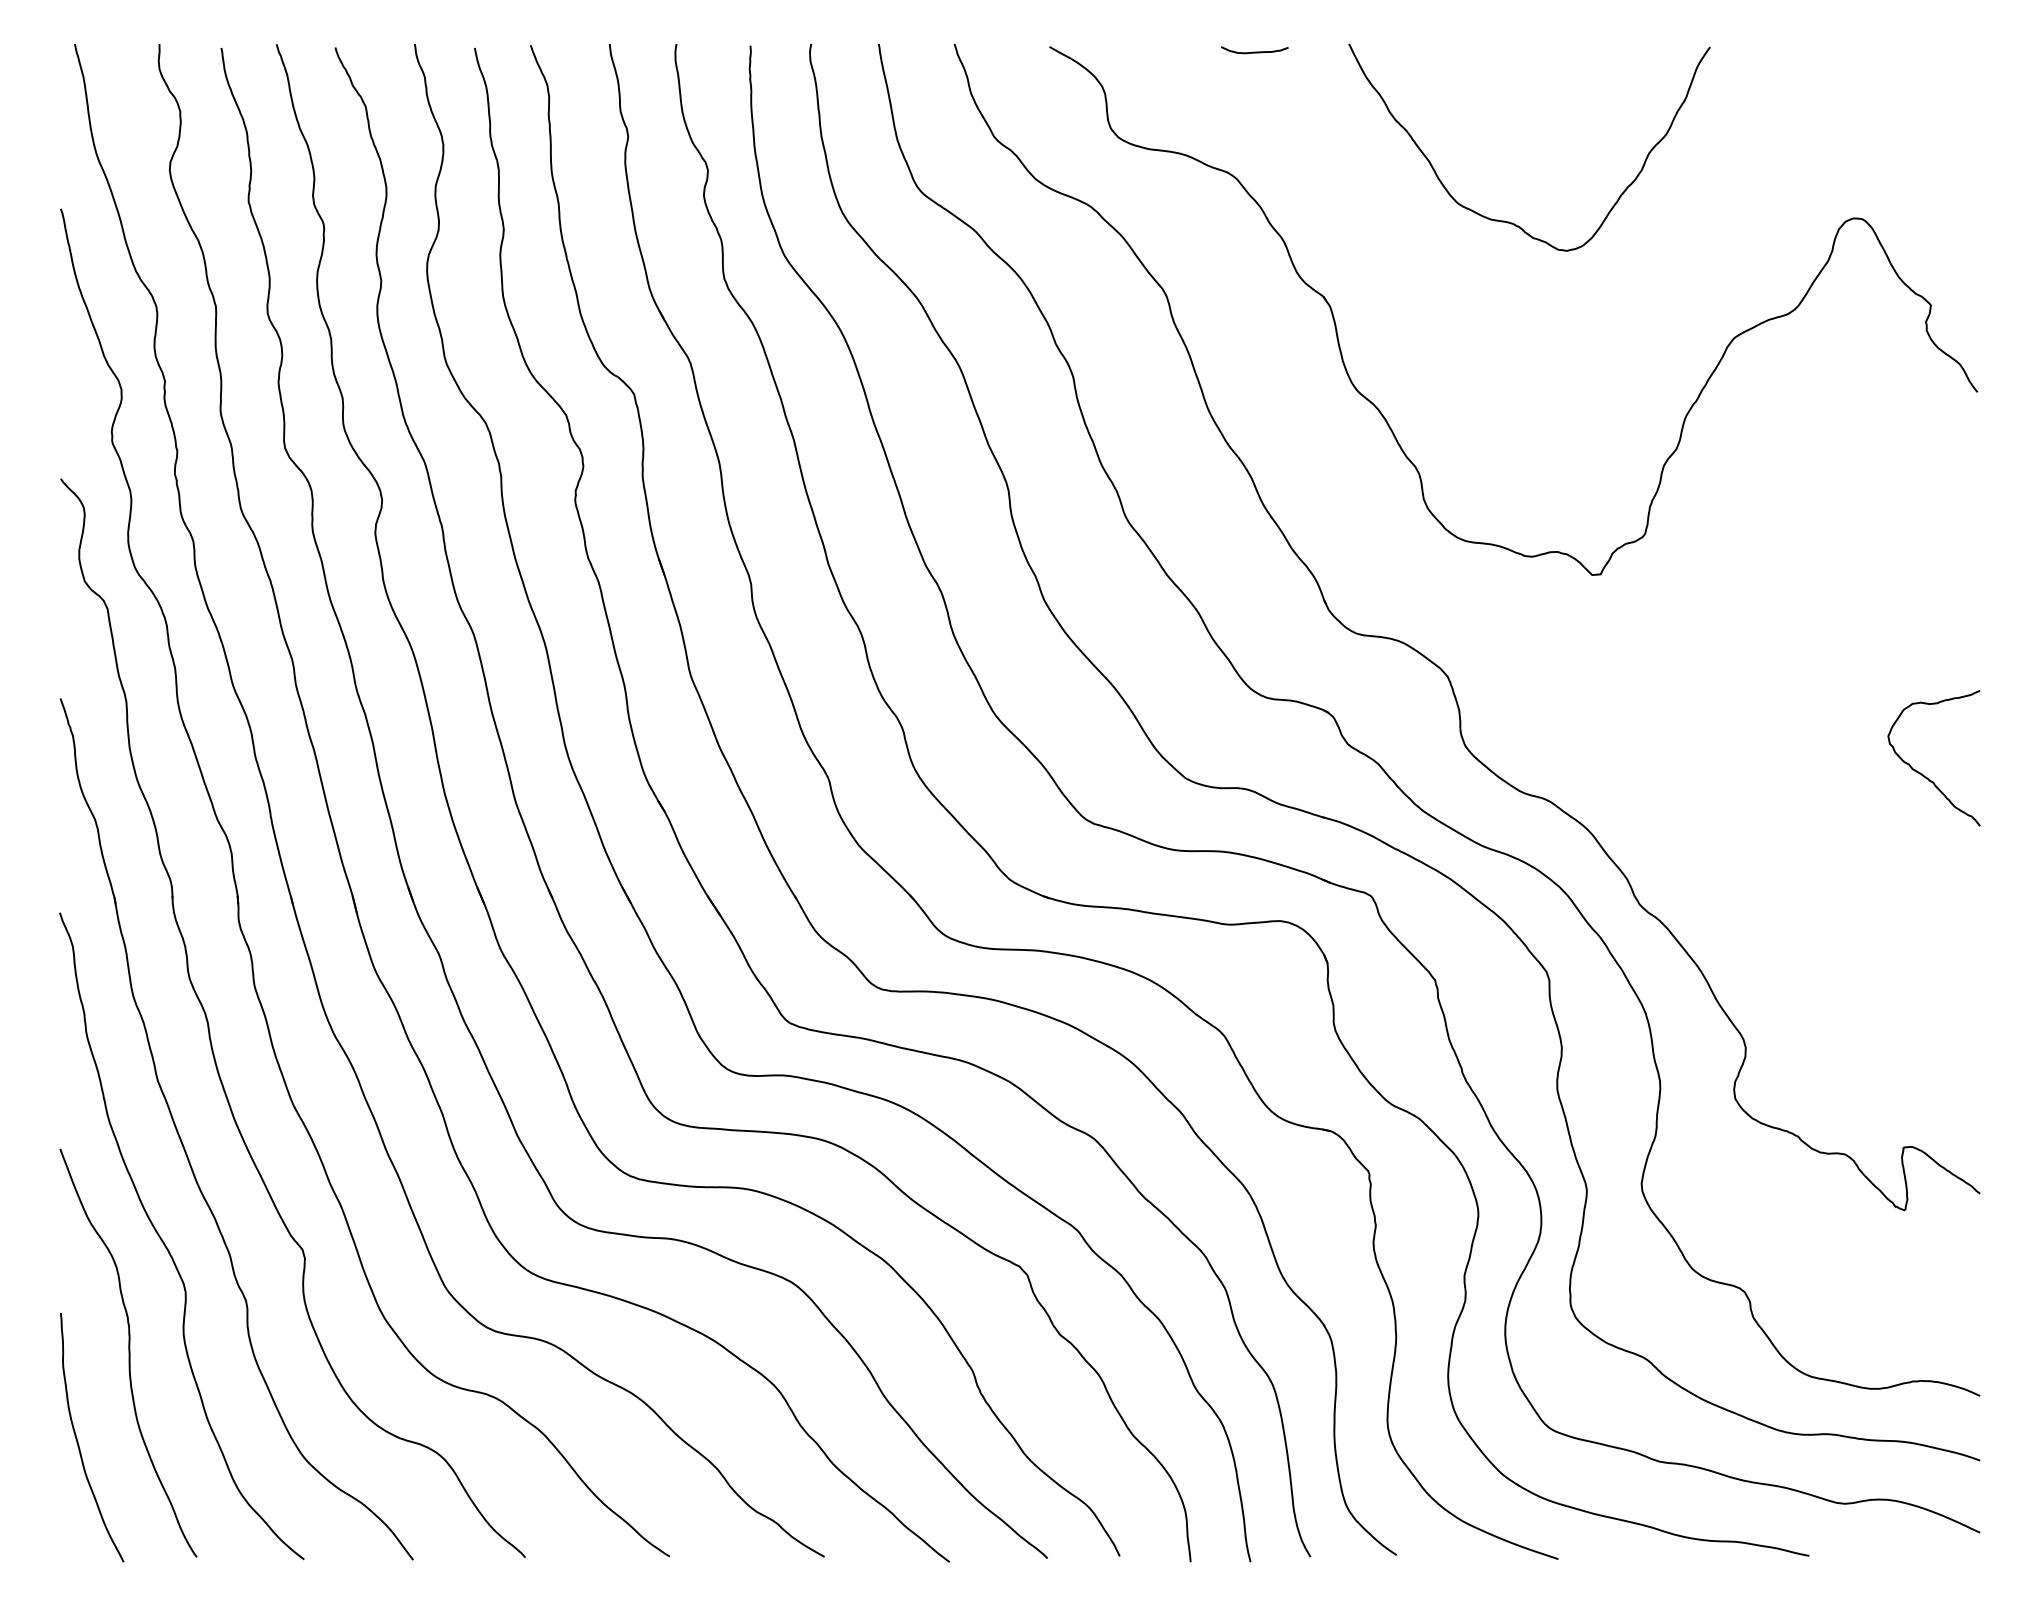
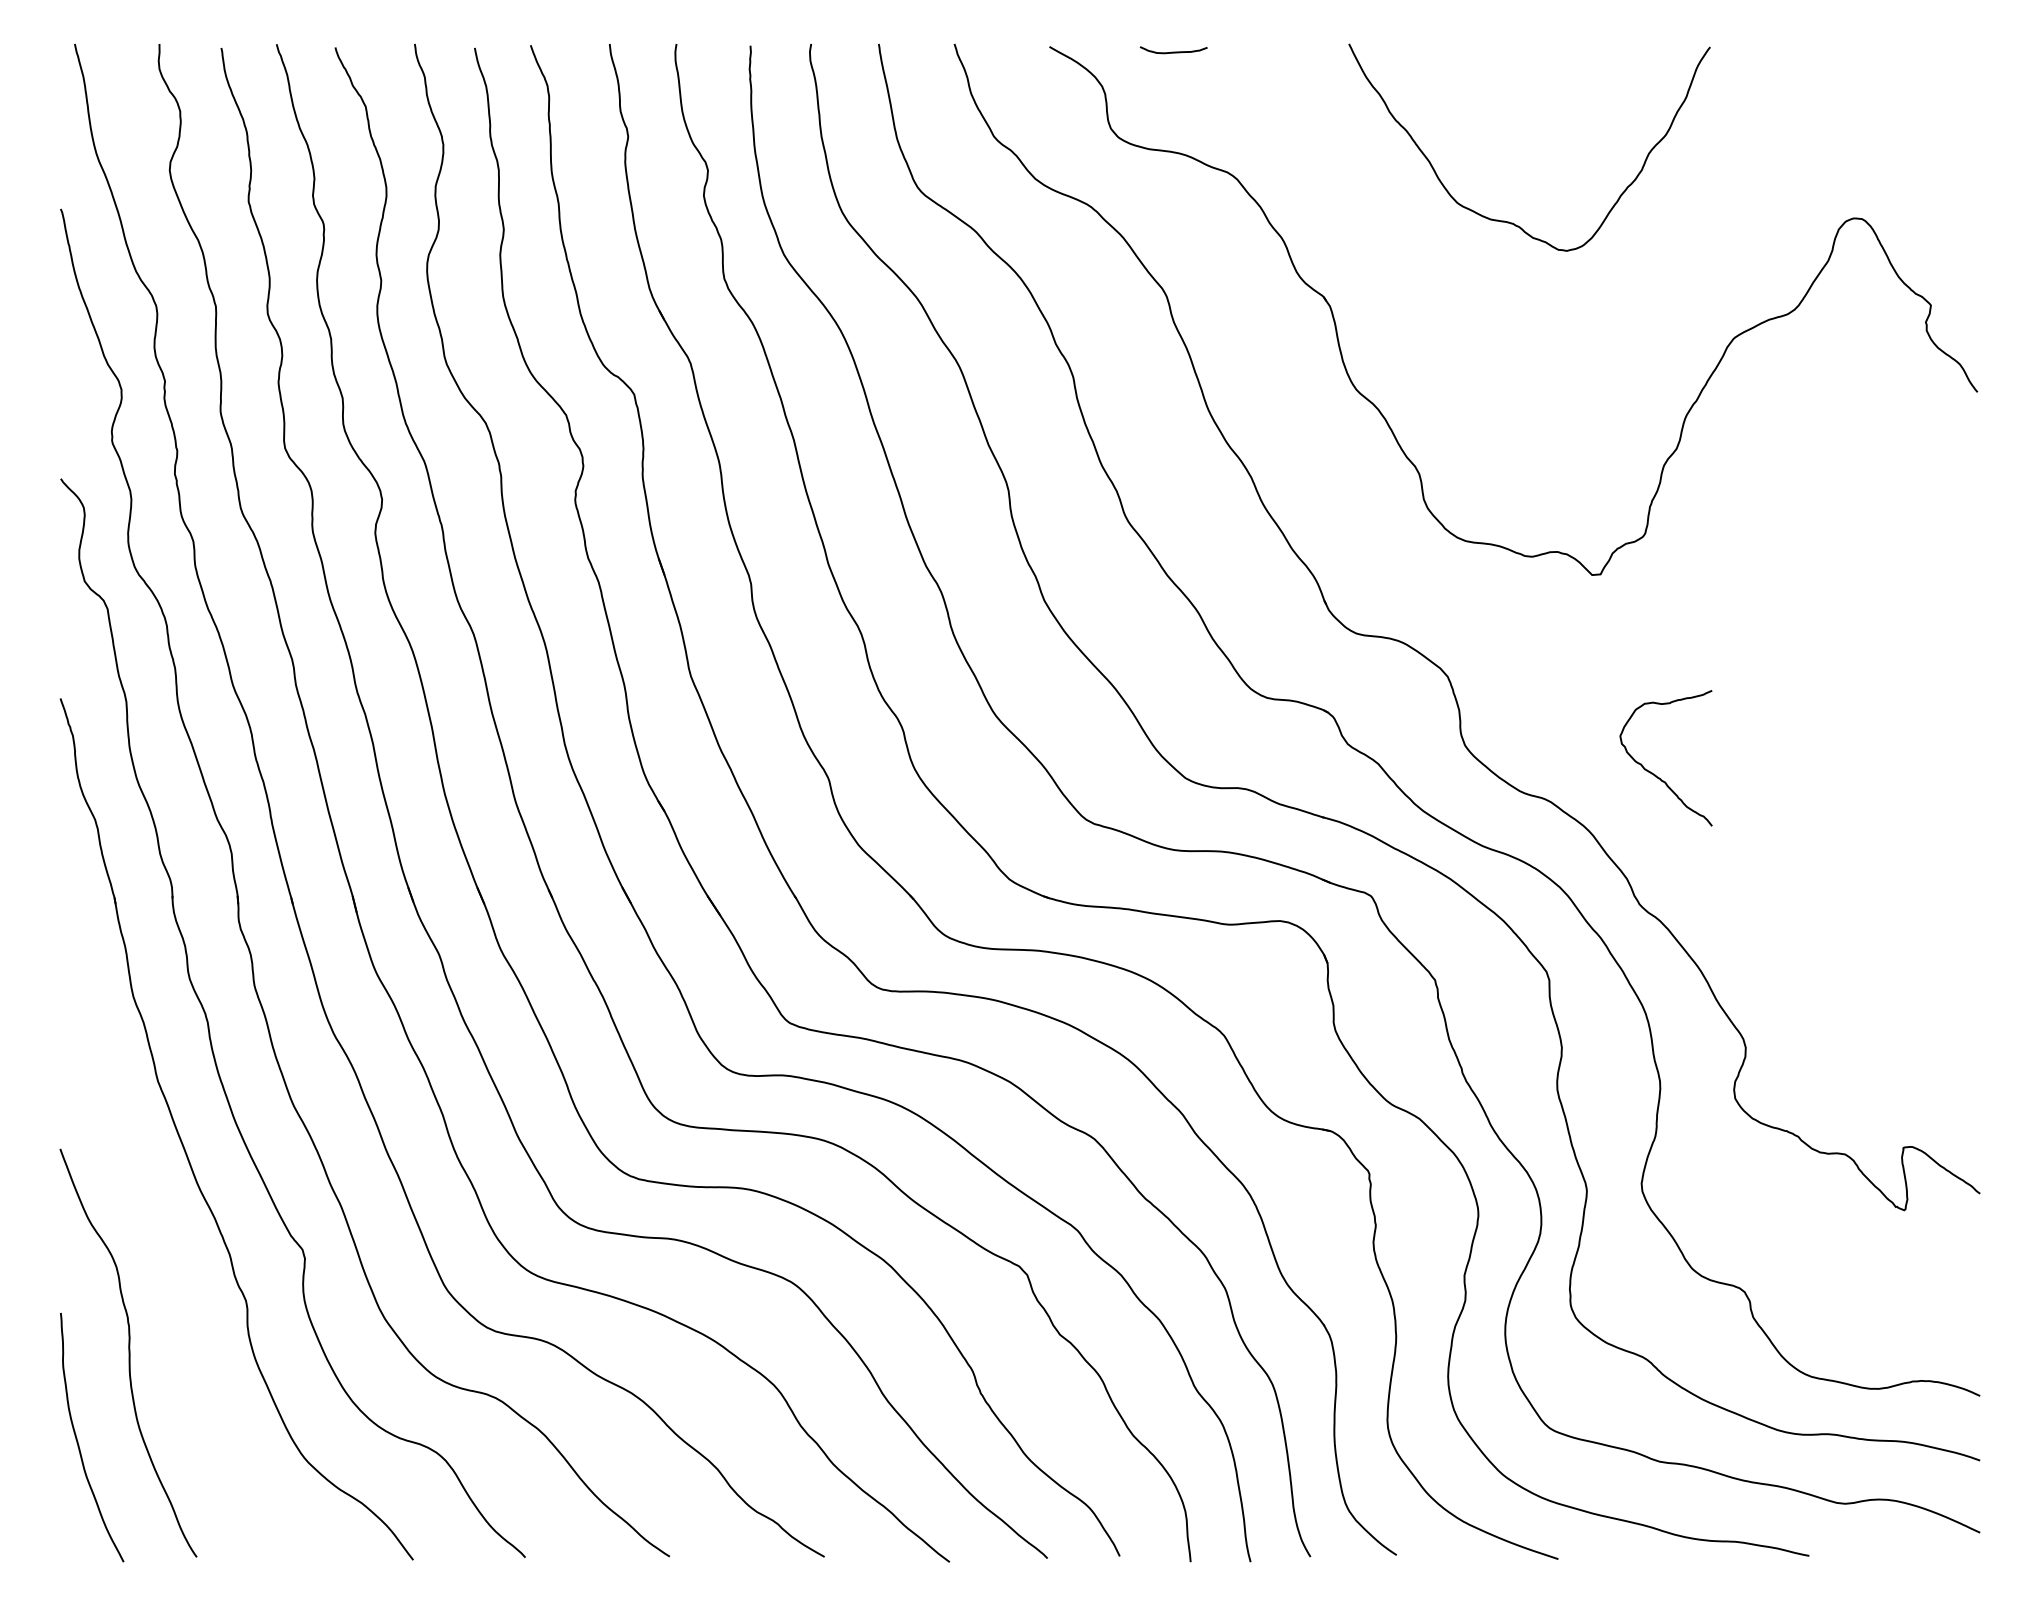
curve at (1254, 51) position: (1254, 51) -> (1173, 51)
curve at (1922, 773) position: (1922, 773) -> (1654, 773)
curve at (166, 1245): present -> none
